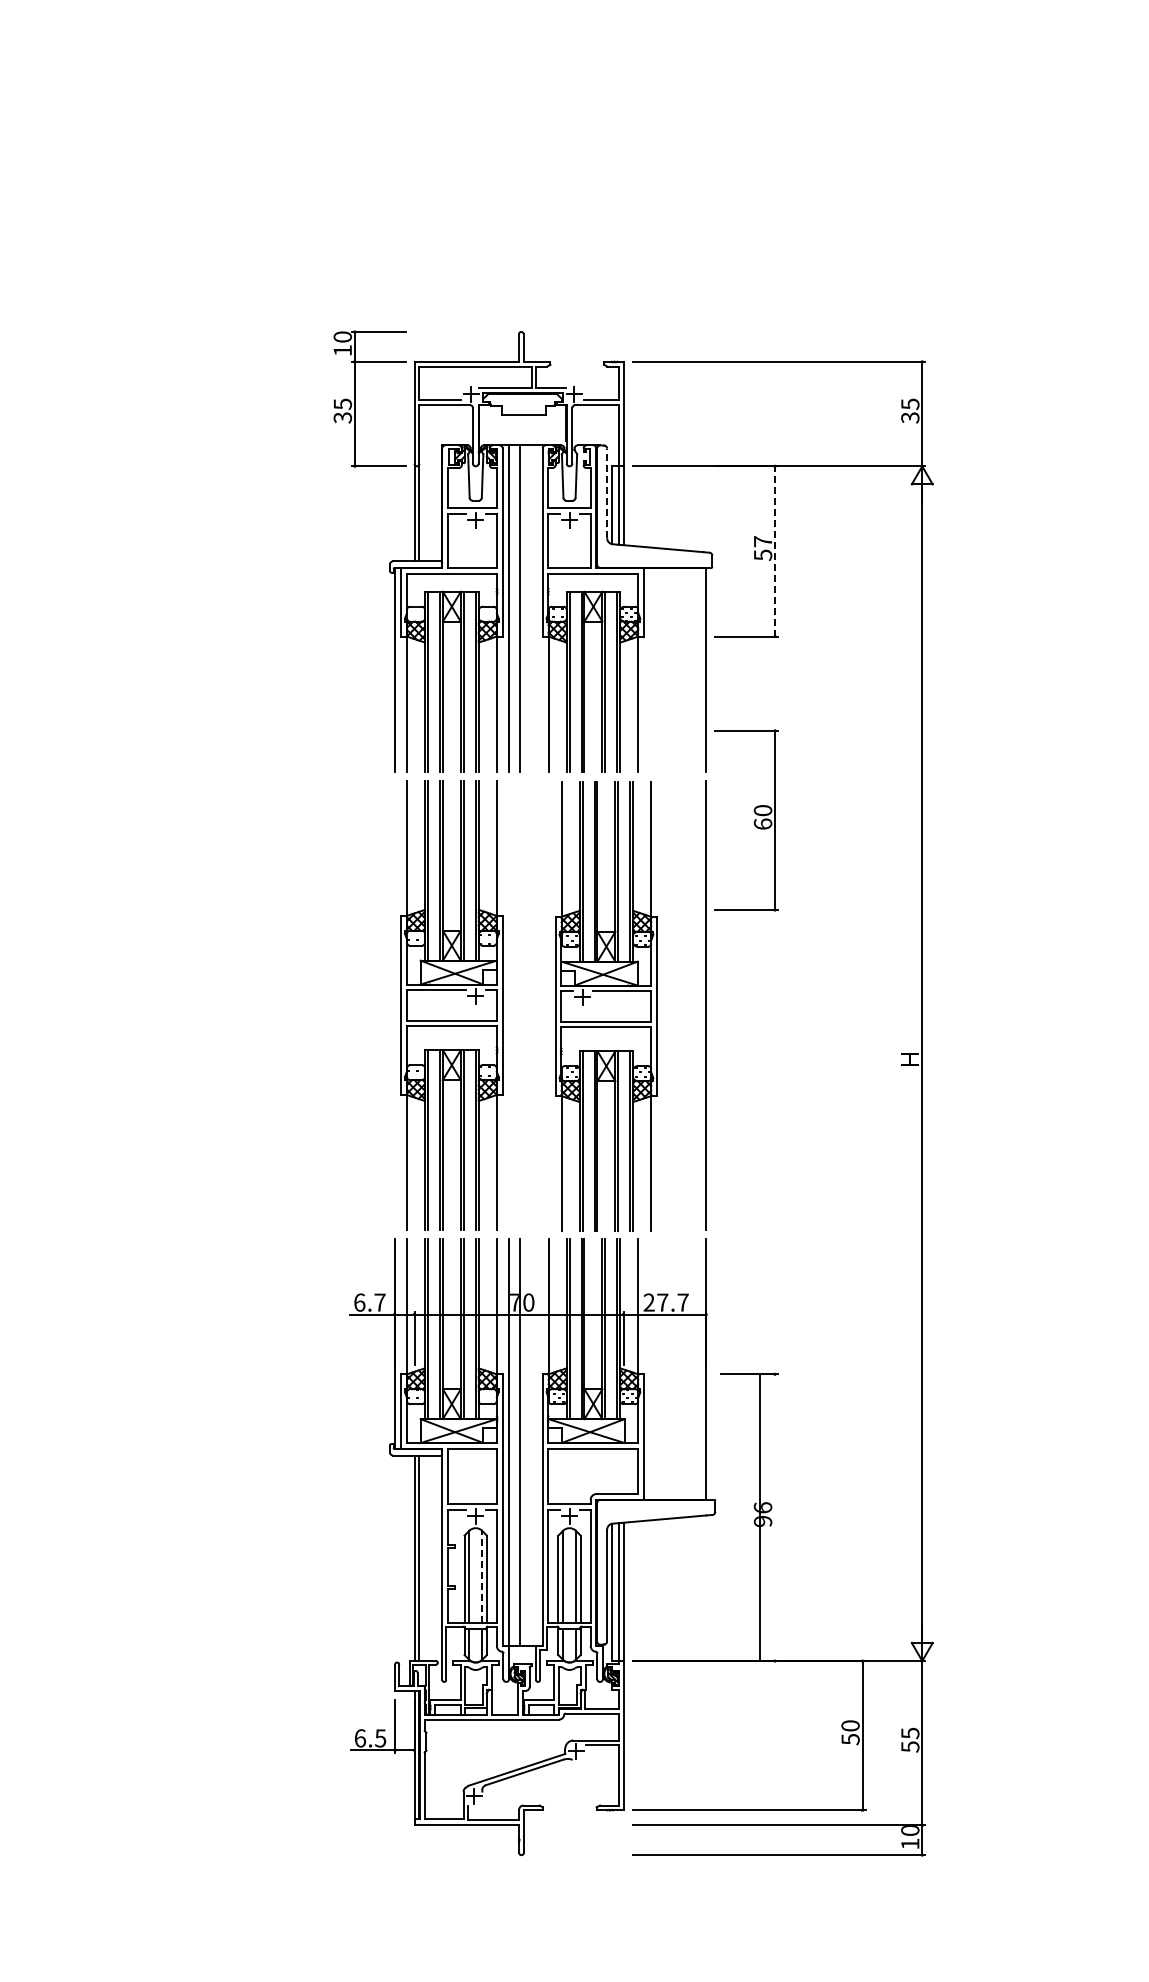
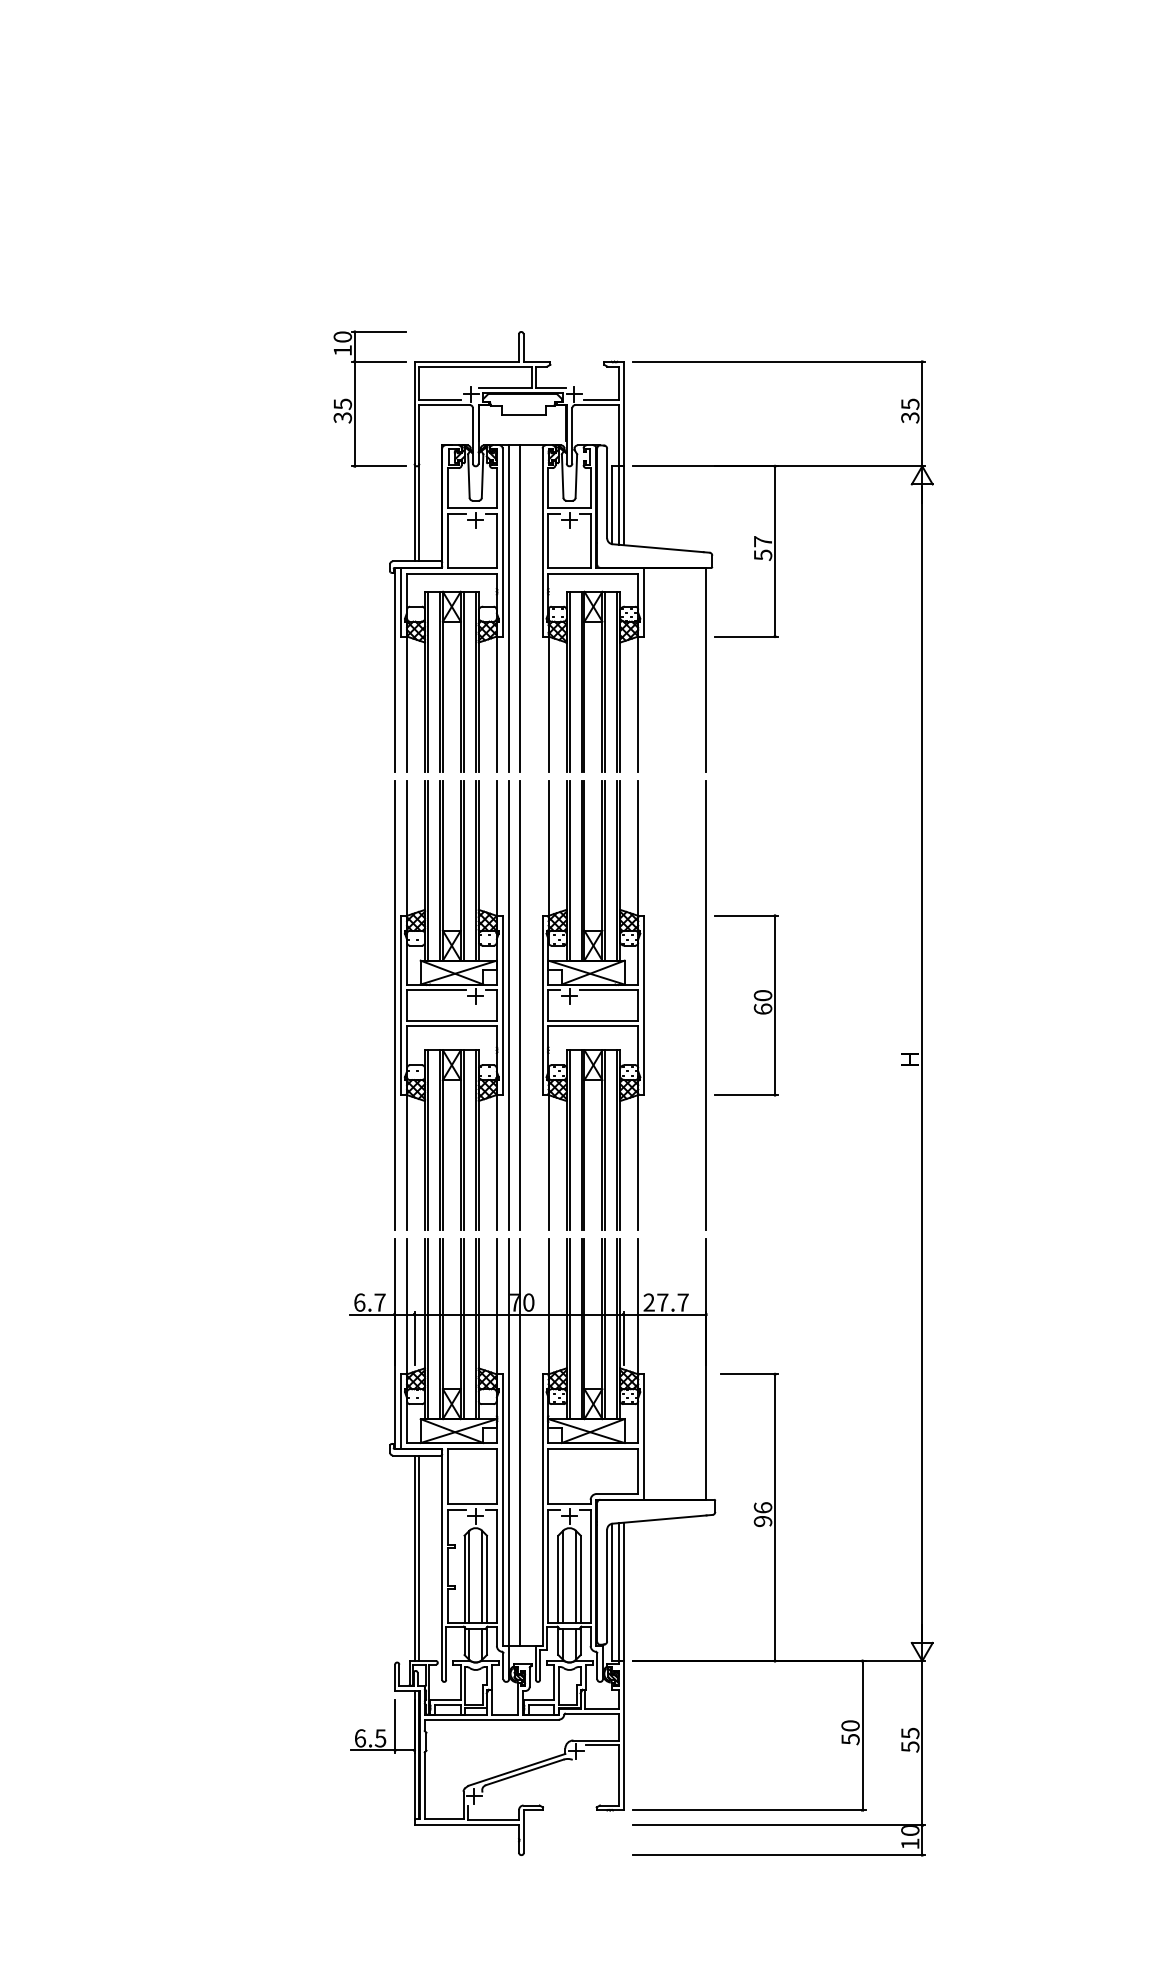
line at (607, 493): dashed -> solid
line at (775, 550): dashed -> solid
part at (753, 822) position: (753, 822) -> (753, 1007)
line at (394, 1005): none -> present
line at (509, 1005): none -> present
line at (519, 1005): none -> present
part at (606, 1006) position: (606, 1006) -> (593, 1005)
line at (760, 1517) position: (760, 1517) -> (775, 1517)
line at (482, 1576): dashed -> solid
